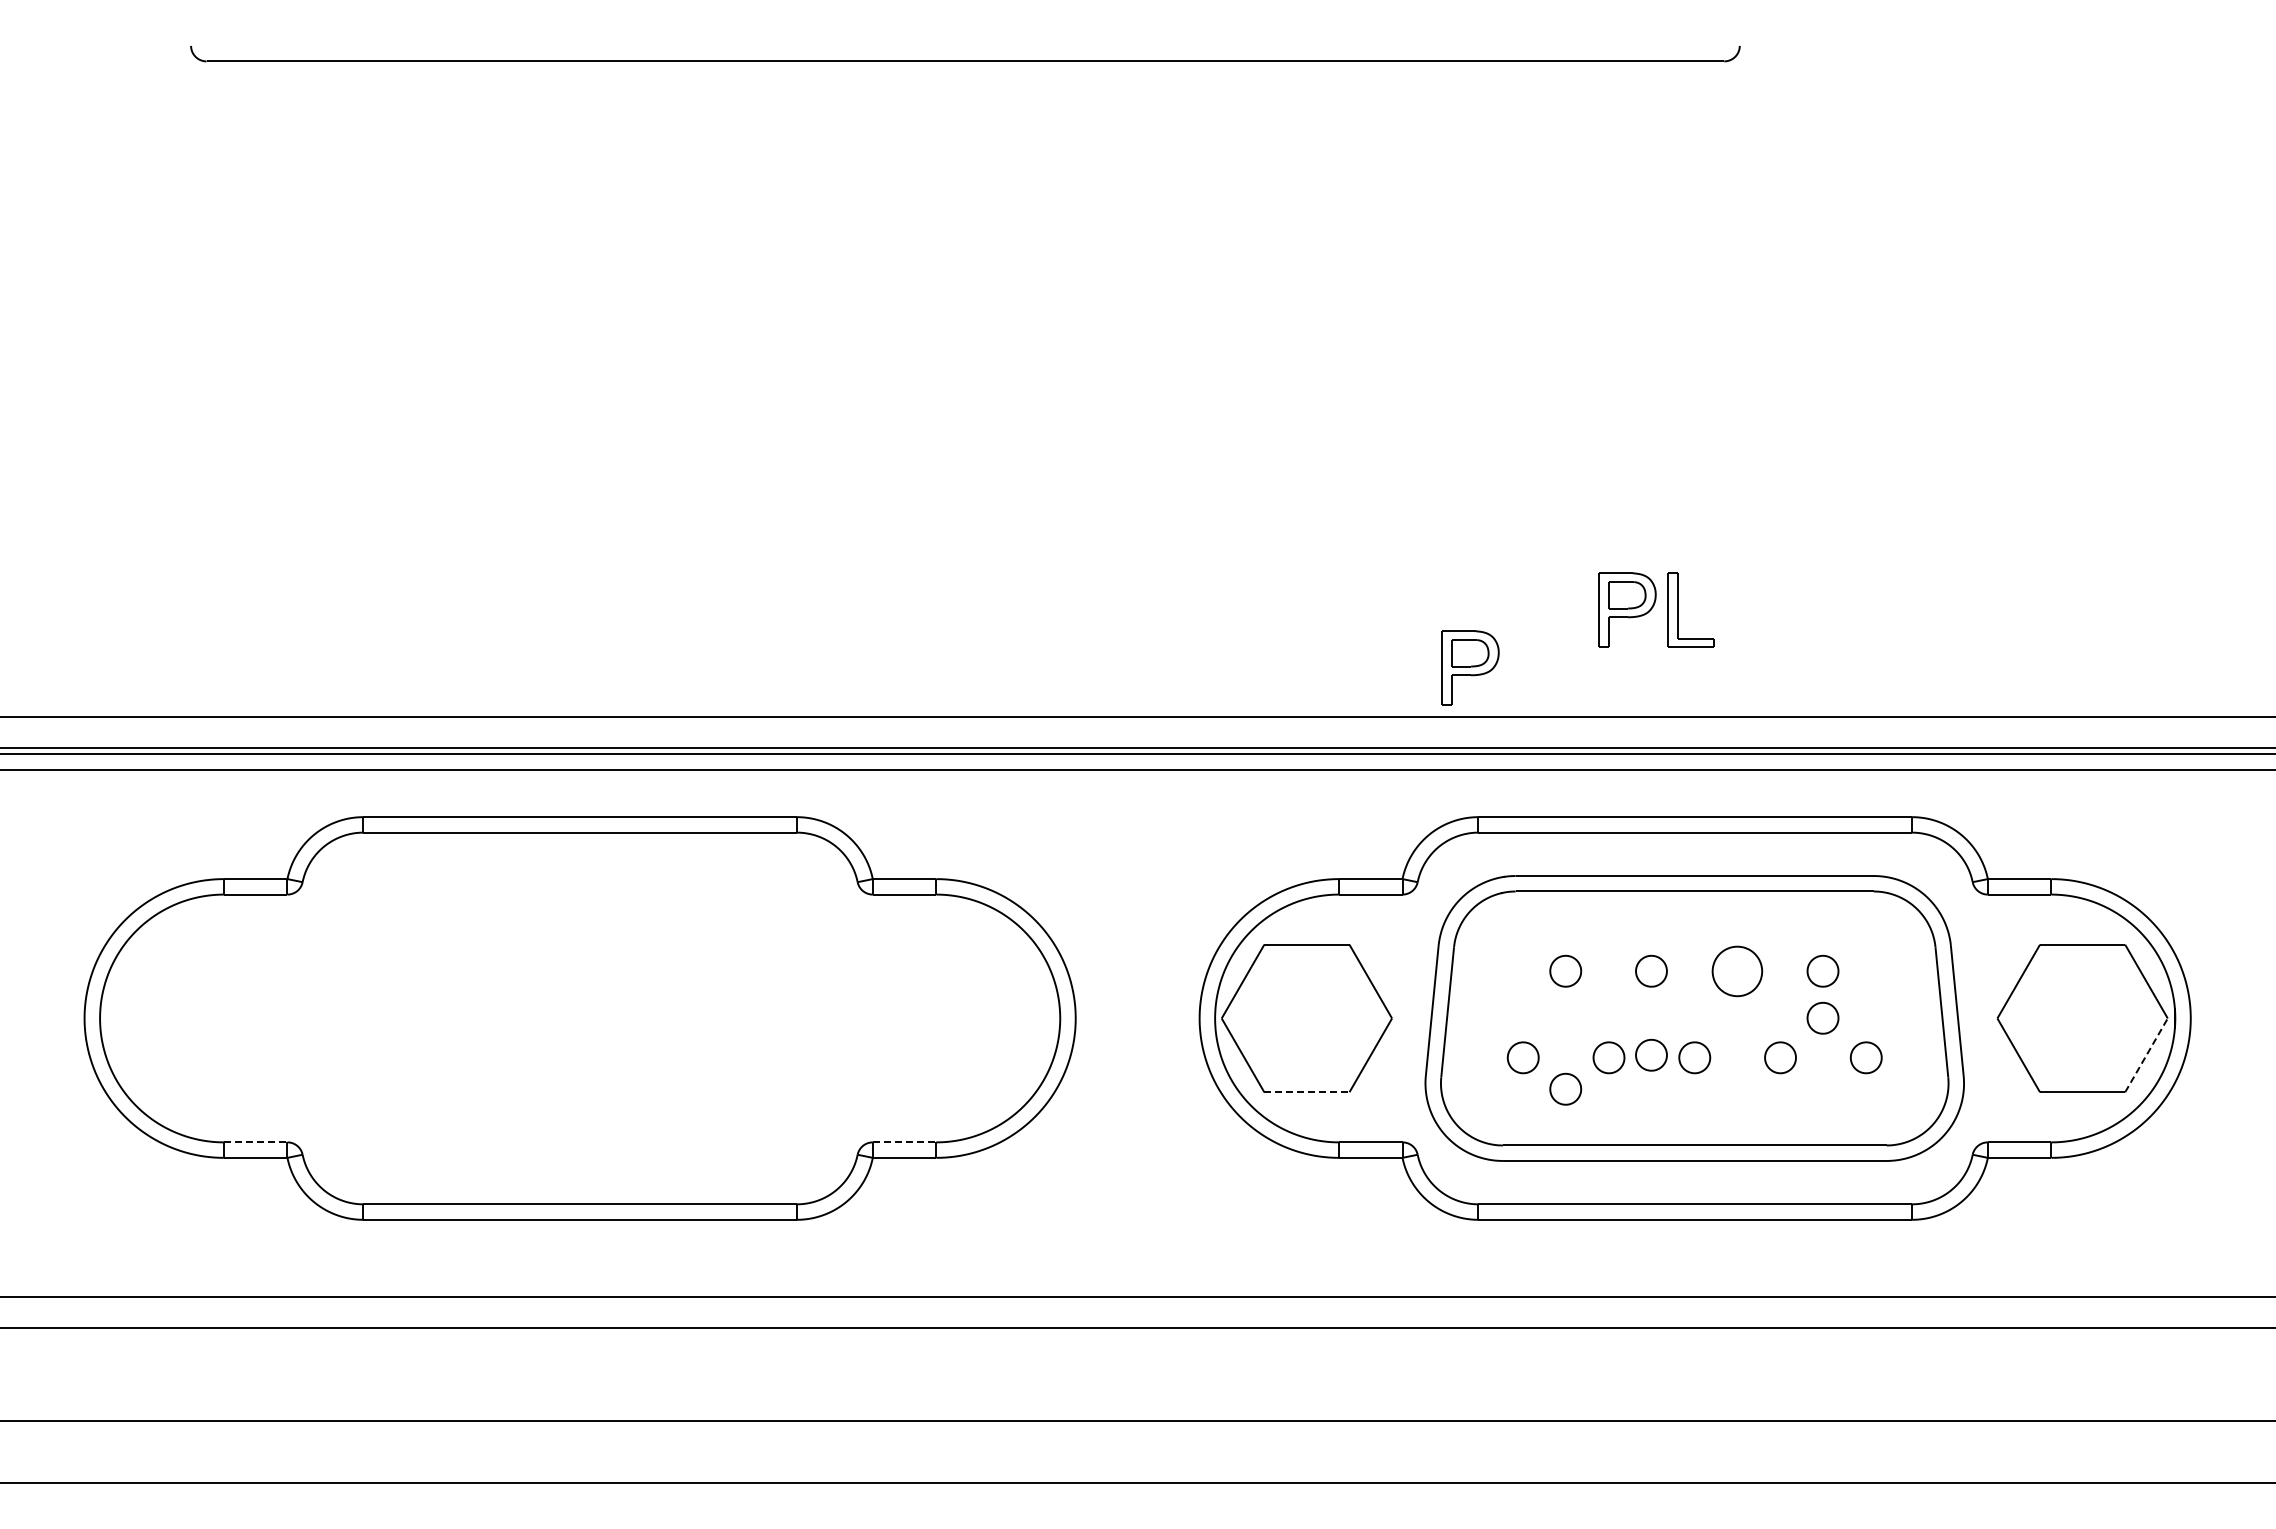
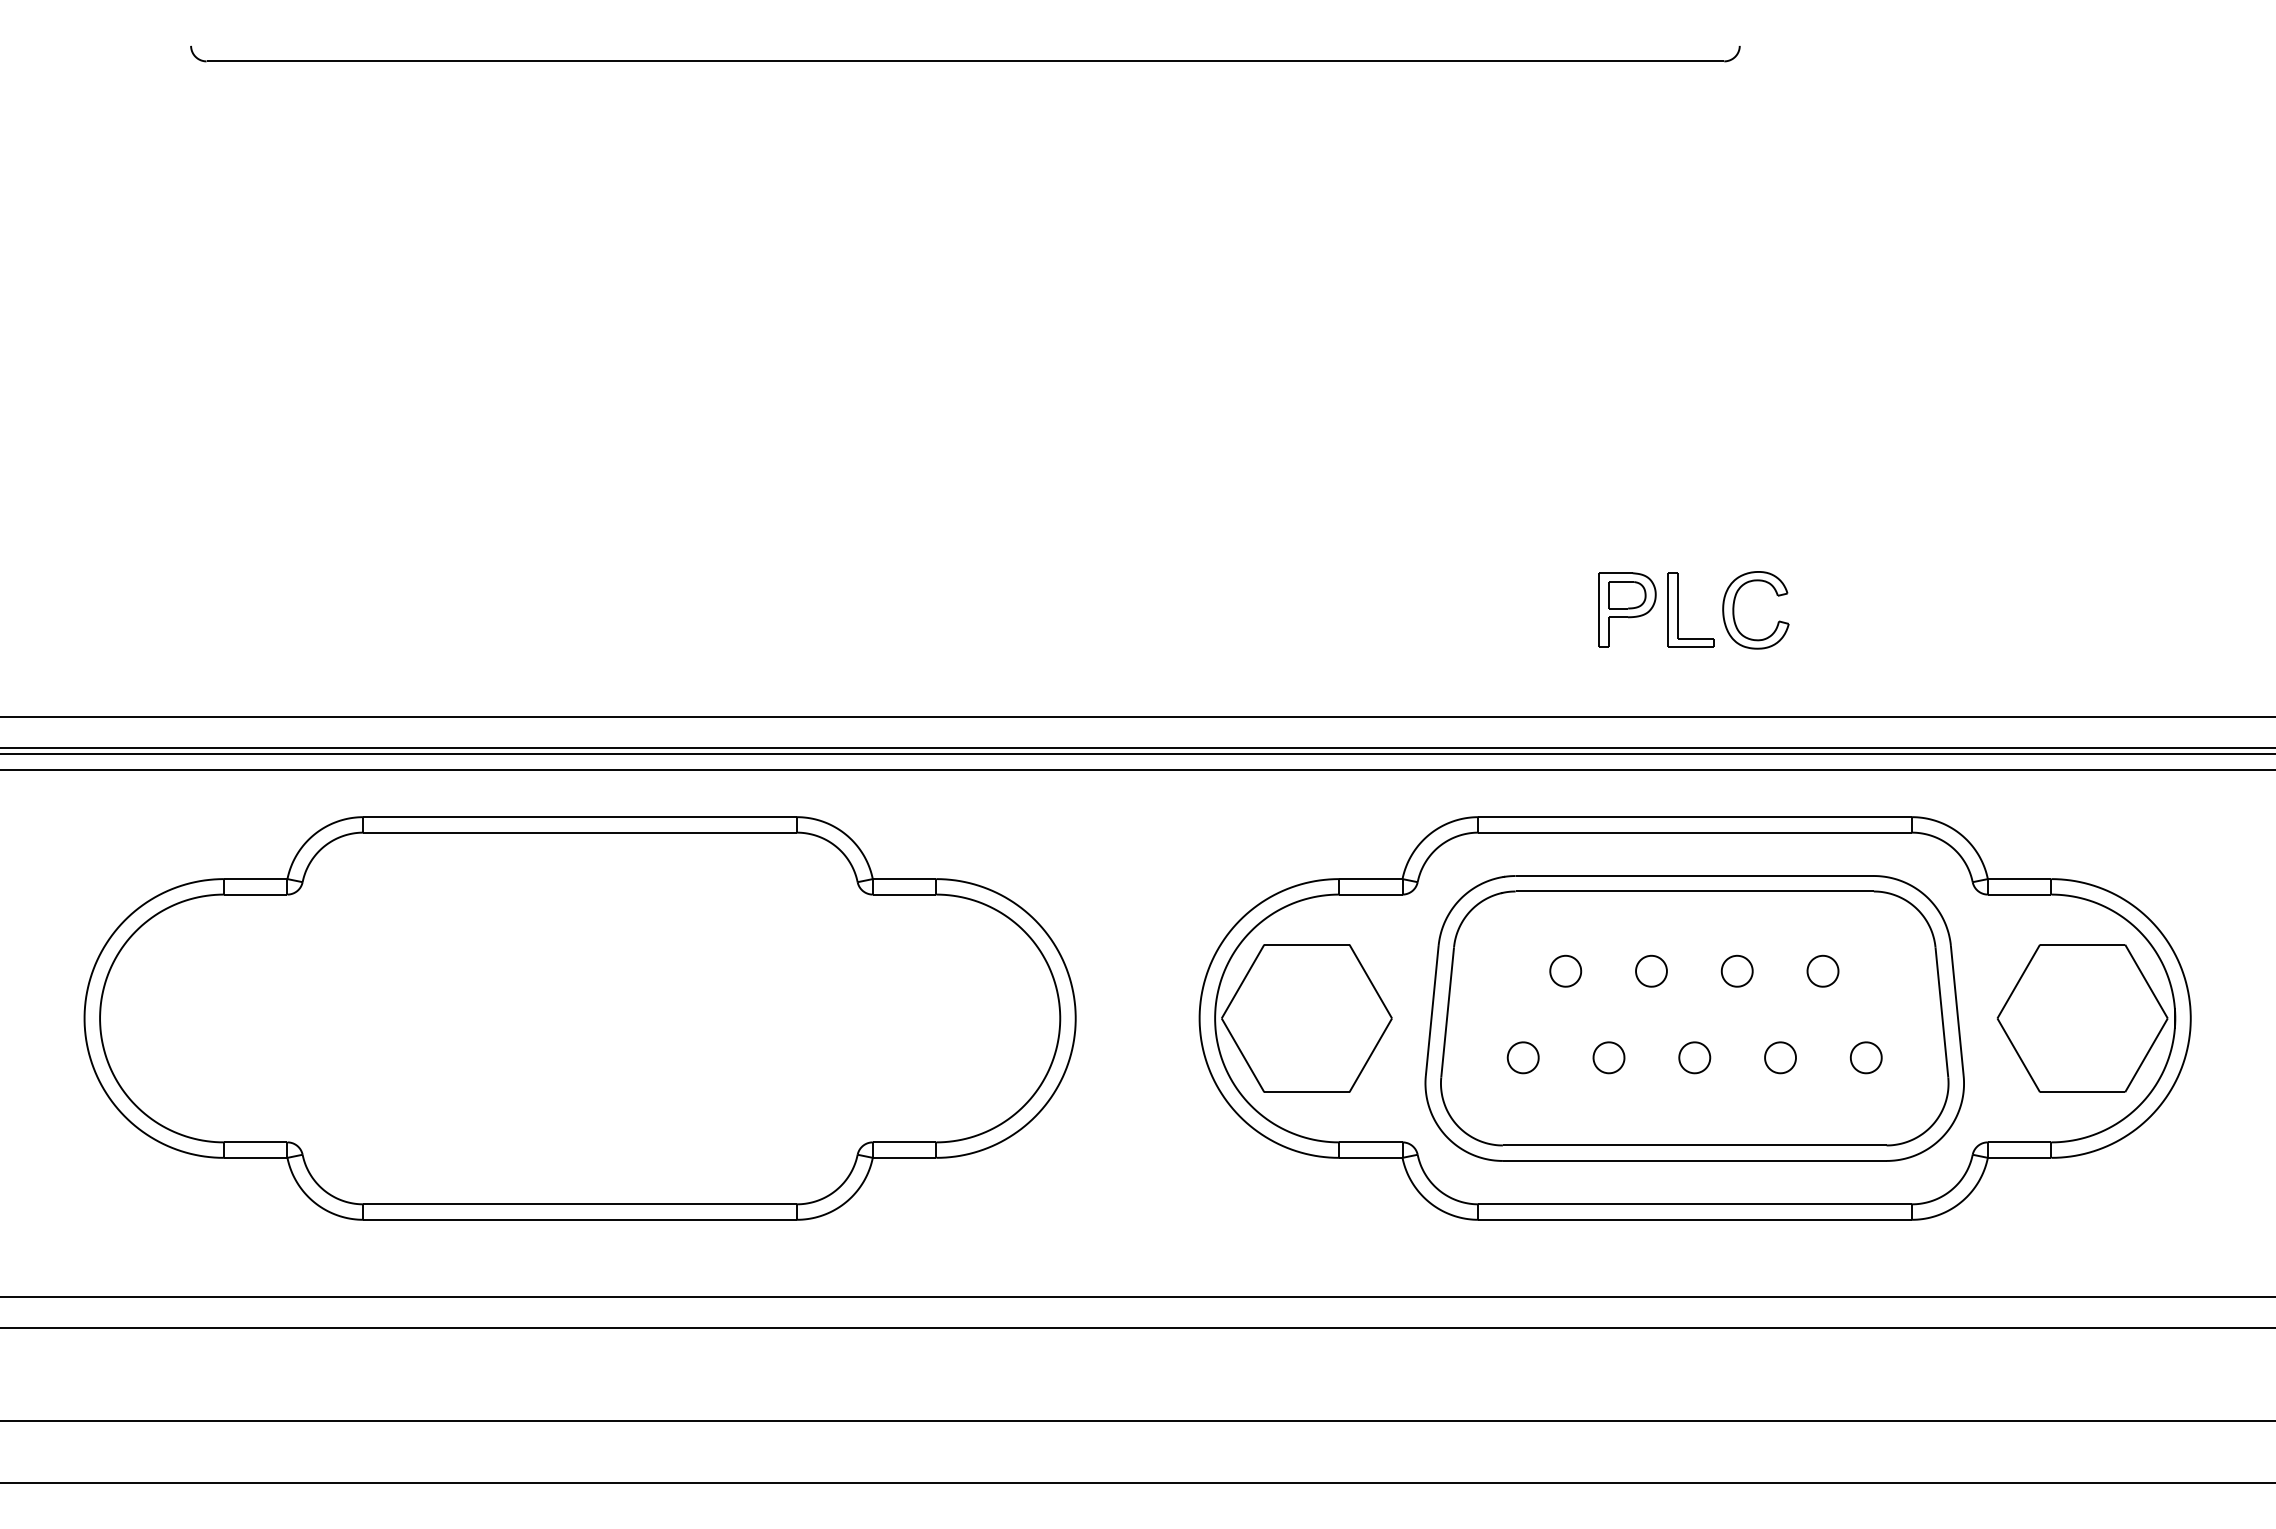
part at (1734, 610): none -> present
part at (1470, 667): present -> none
part at (1737, 971) size: 53x53 px -> 34x34 px
part at (1822, 1017): present -> none
part at (1651, 1054): present -> none
line at (2146, 1055): dashed -> solid
part at (1565, 1088): present -> none
line at (1306, 1092): dashed -> solid
line at (255, 1142): dashed -> solid
line at (904, 1142): dashed -> solid
